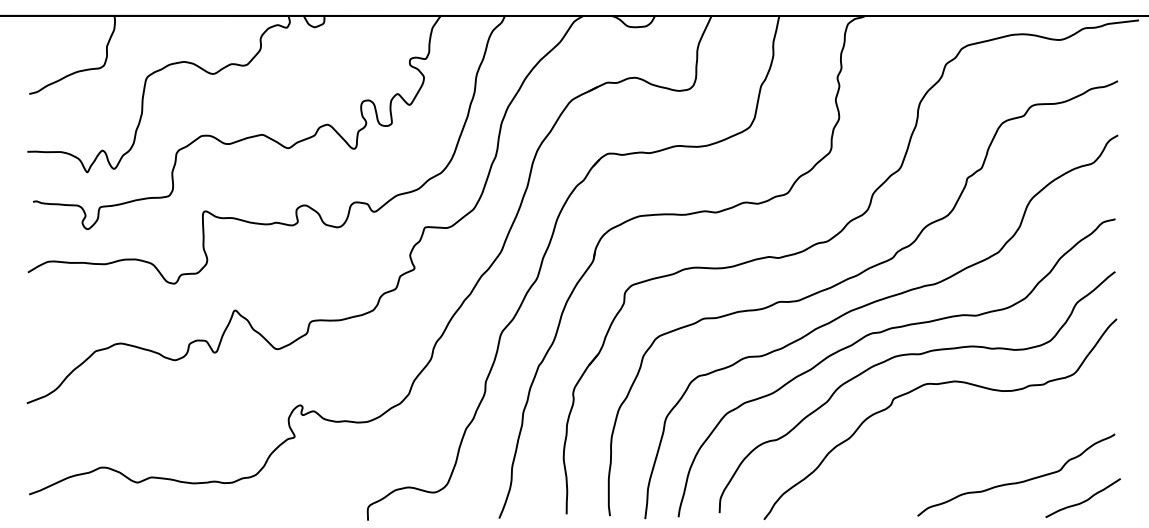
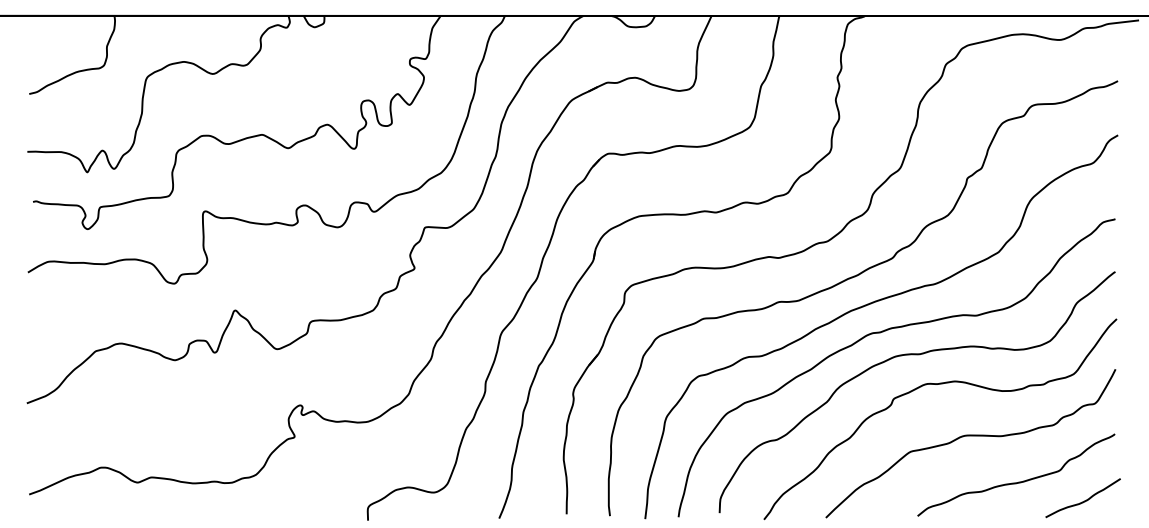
curve at (970, 436): none -> present
